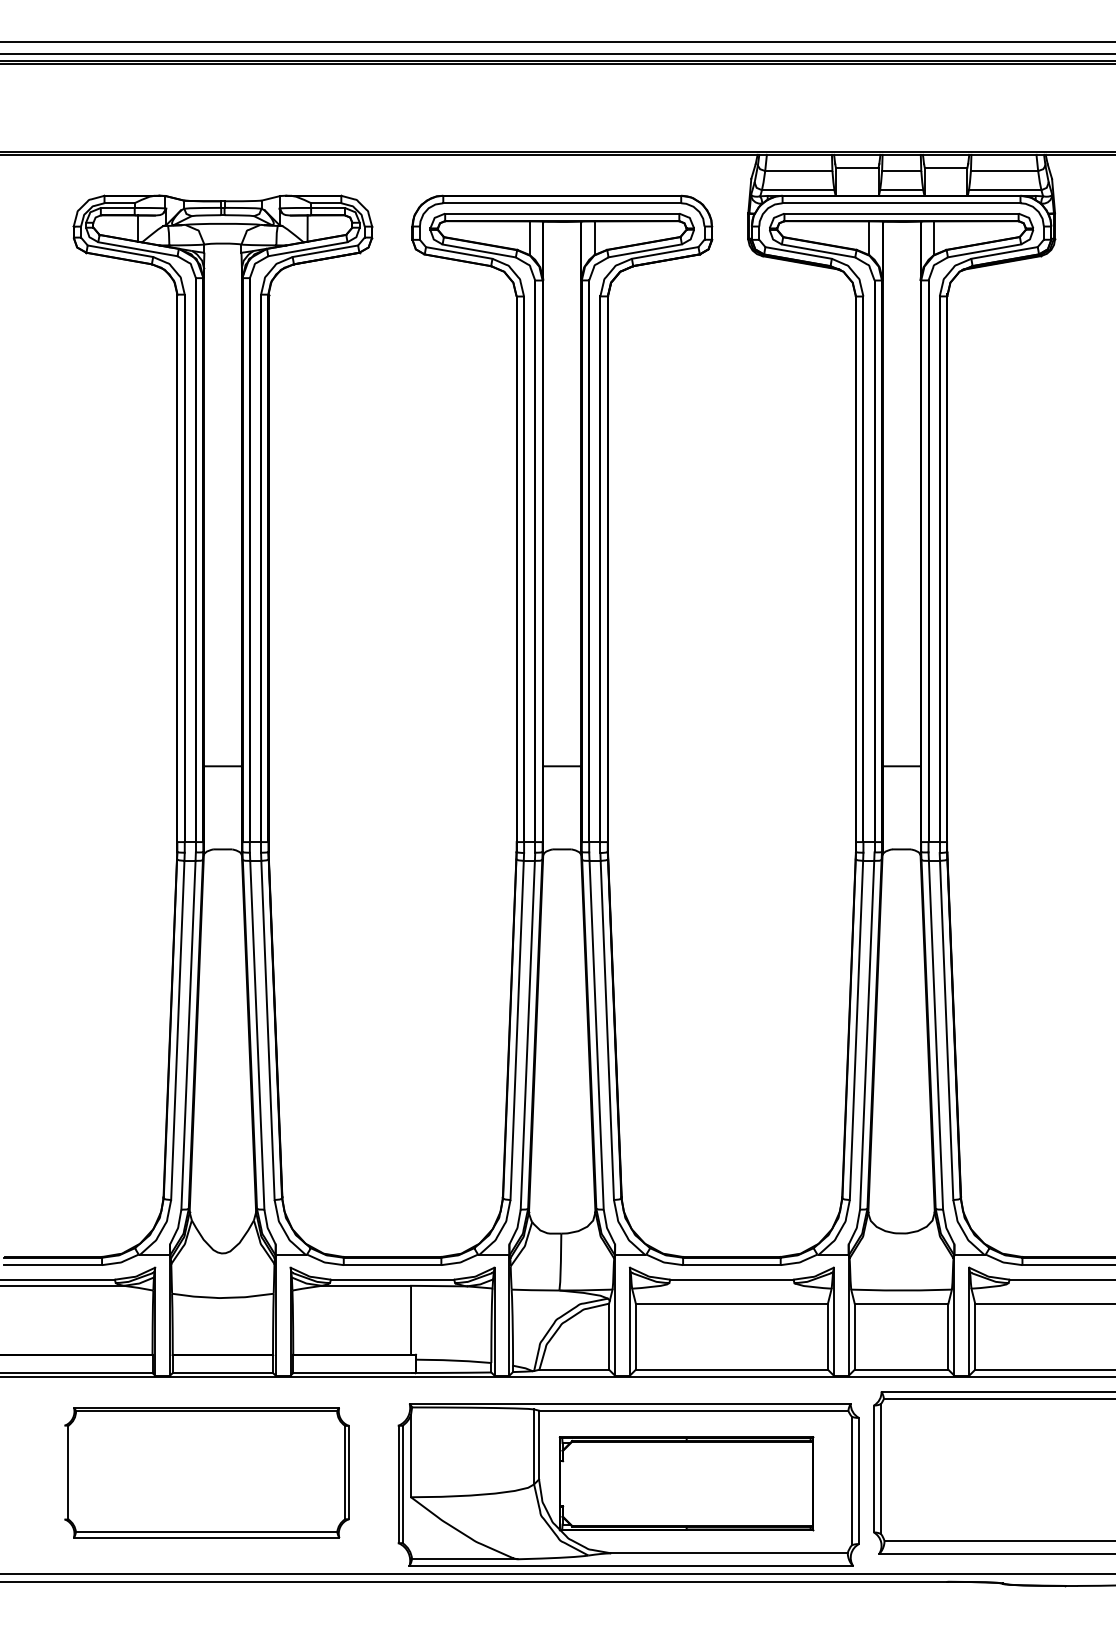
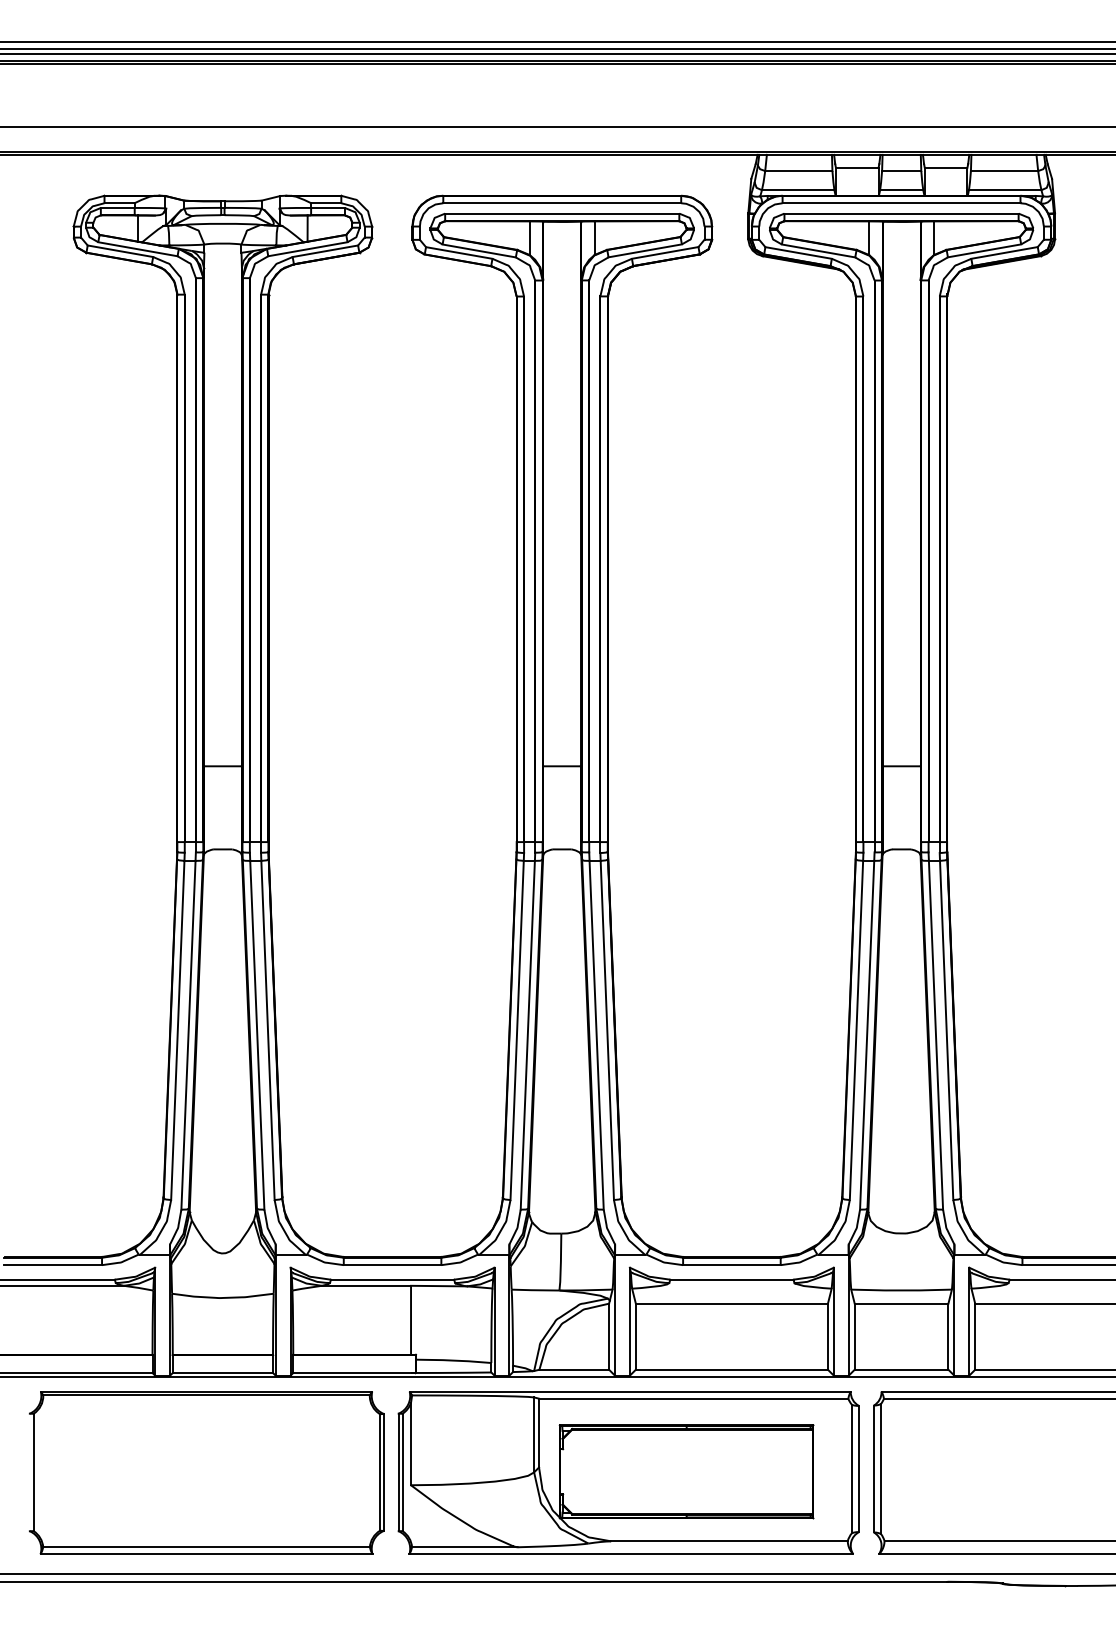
line at (557, 49): none -> present
line at (557, 127): none -> present
part at (206, 1472) size: 286x132 px -> 356x164 px
part at (628, 1484) position: (628, 1484) -> (628, 1472)
